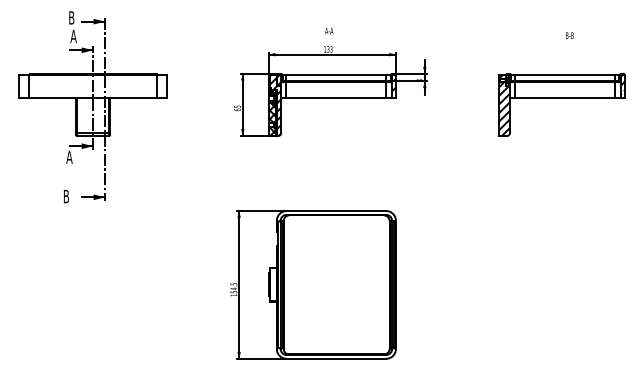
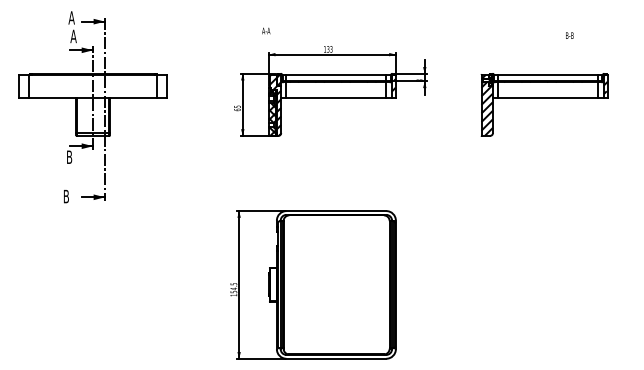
text at (71, 17): B -> A
text at (329, 30) position: (329, 30) -> (266, 30)
part at (561, 104) position: (561, 104) -> (544, 104)
text at (69, 156): A -> B
